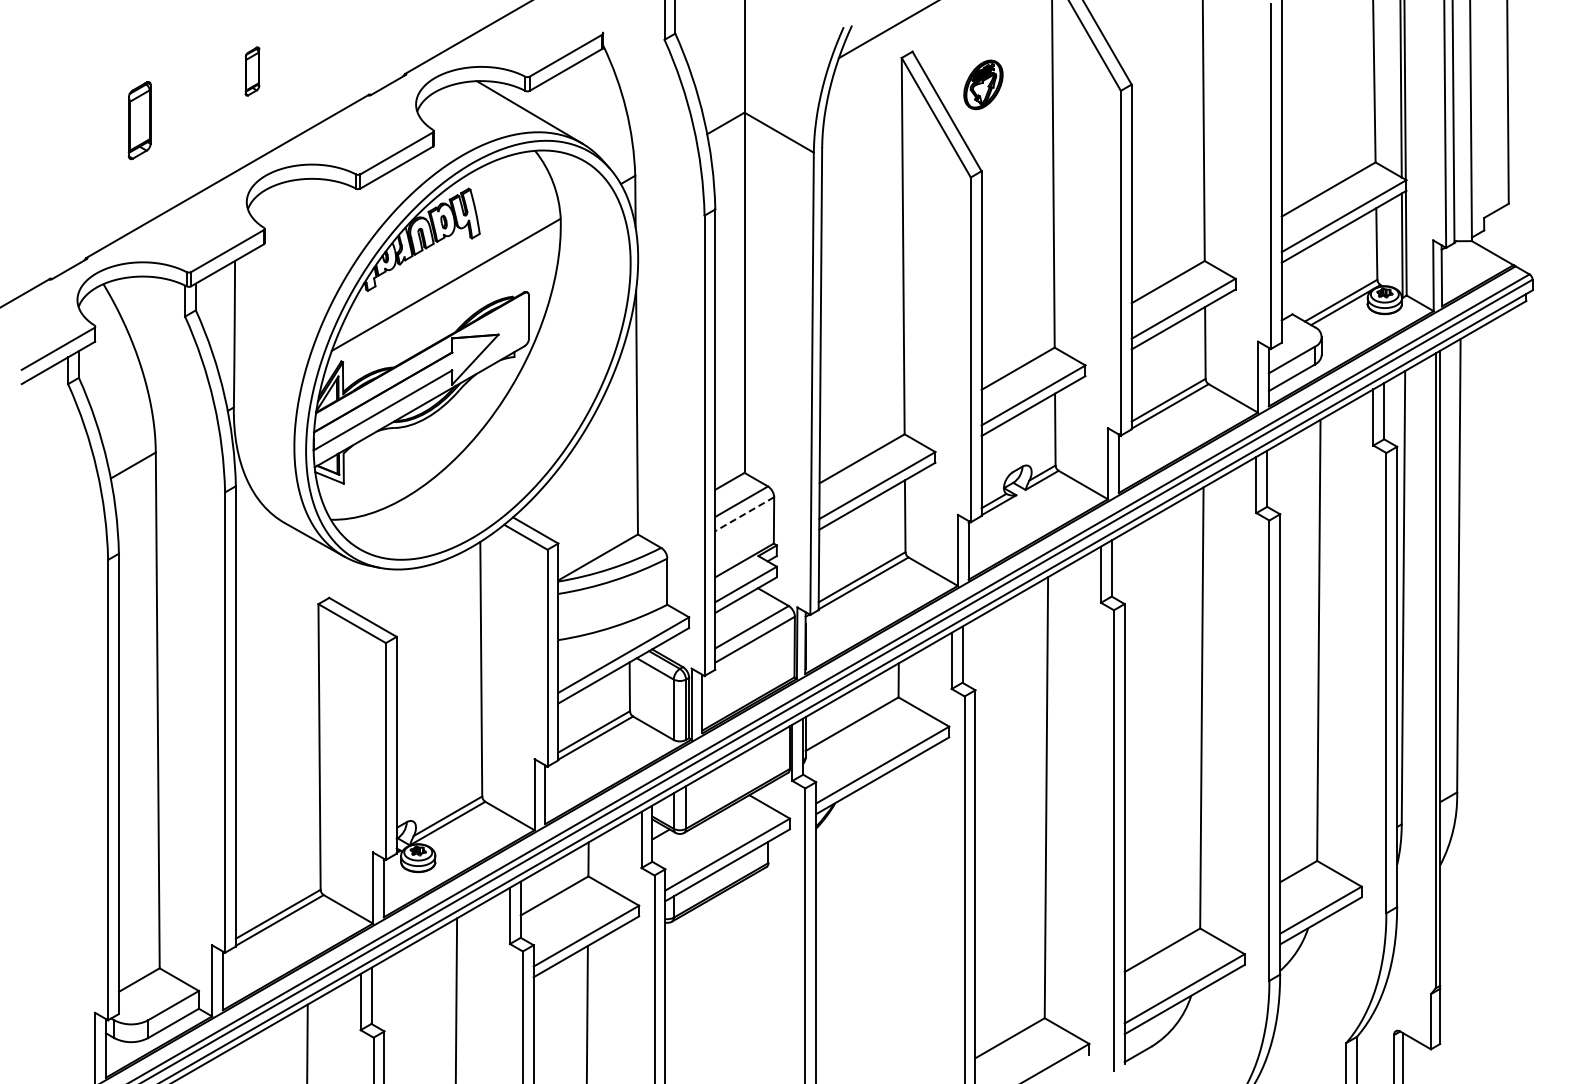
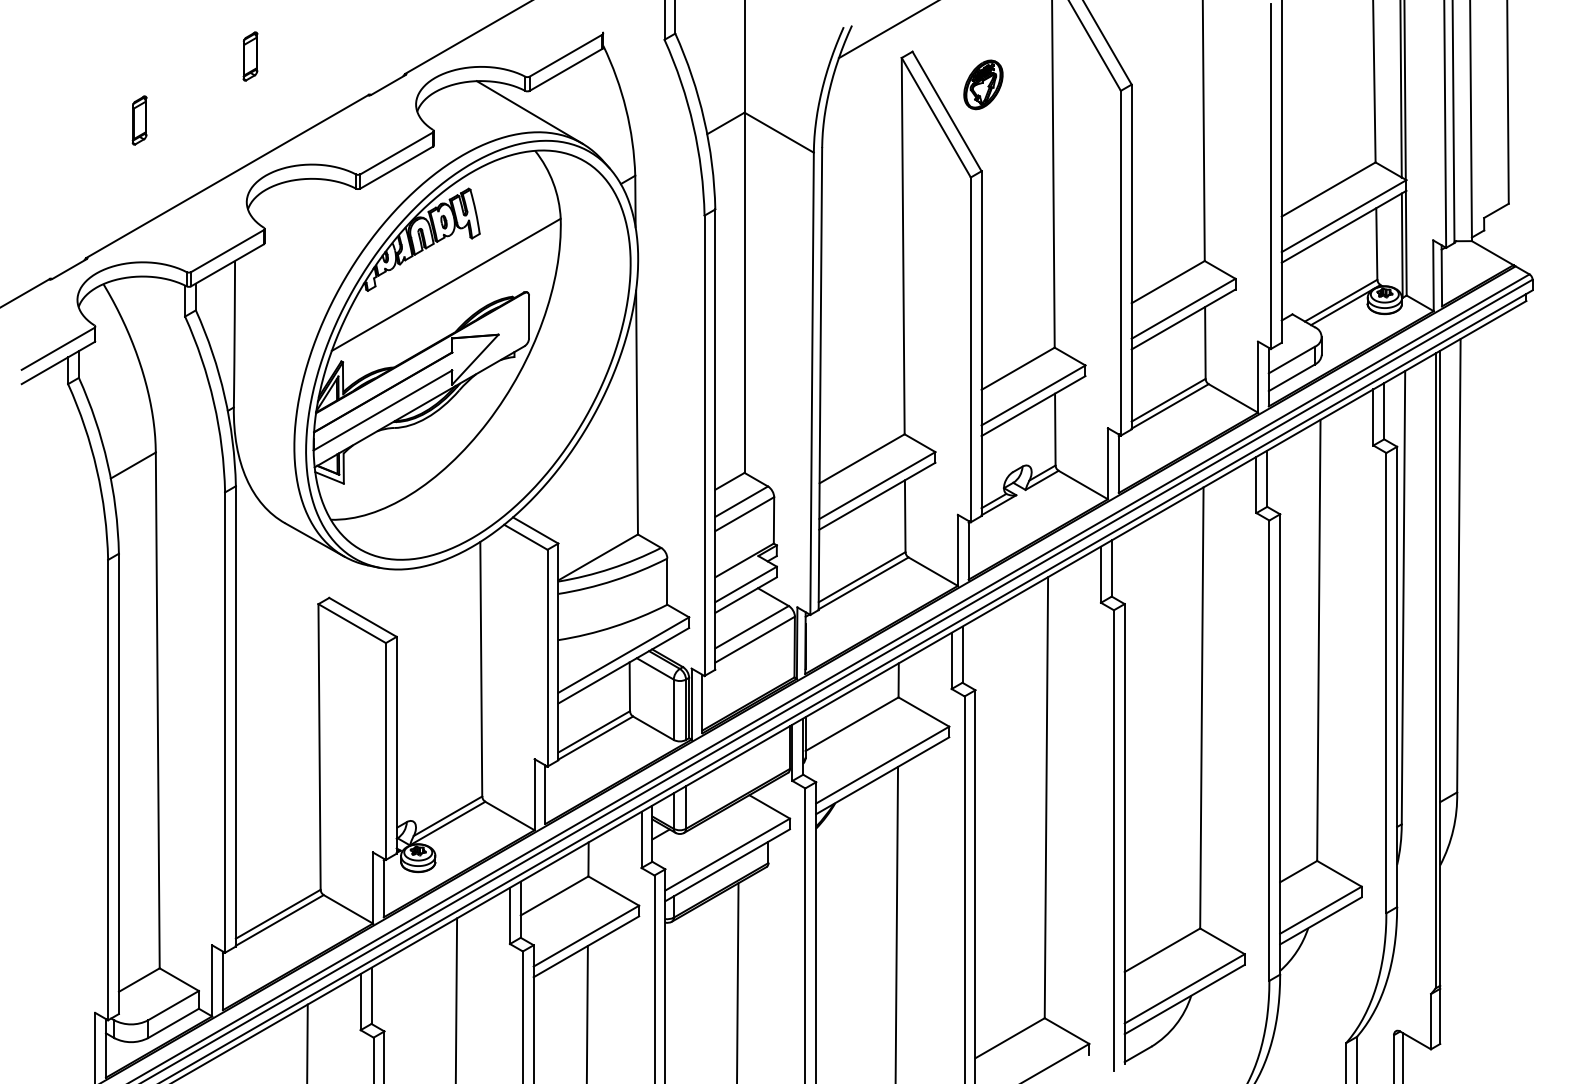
part at (252, 71) position: (252, 71) -> (250, 56)
part at (139, 120) size: 25x80 px -> 17x51 px
line at (744, 514): dashed -> solid
line at (896, 923): none -> present
line at (737, 981): none -> present
